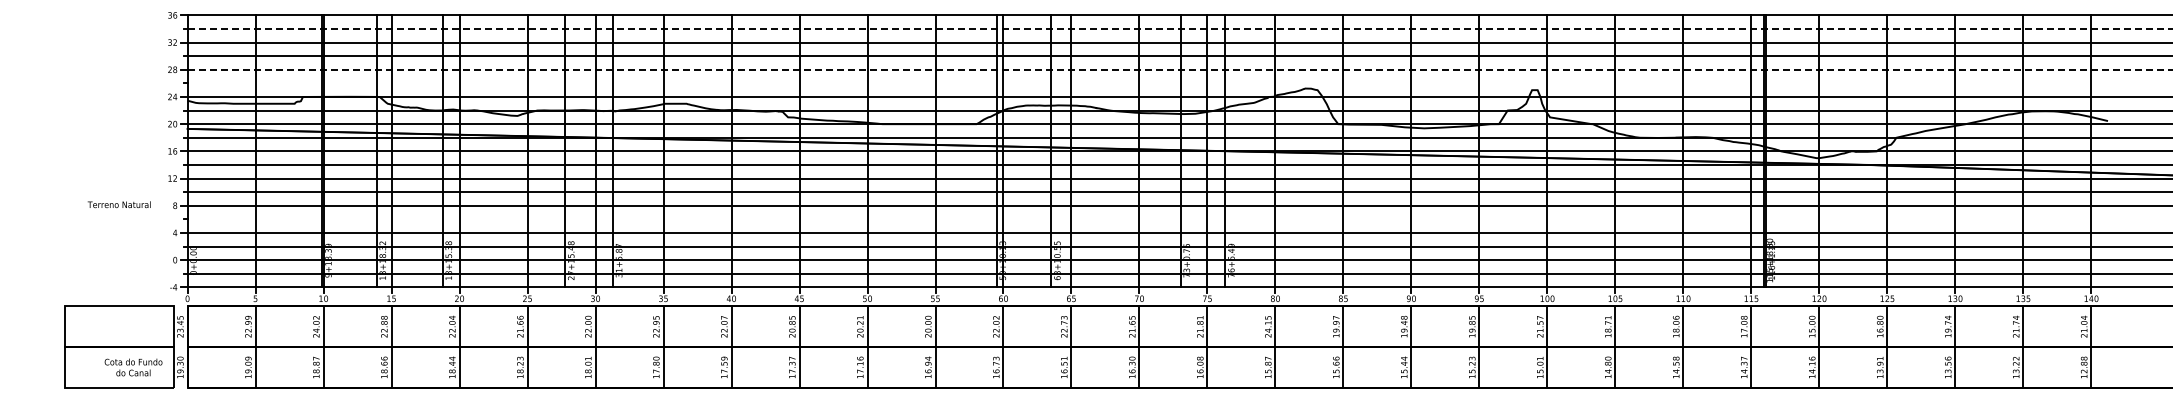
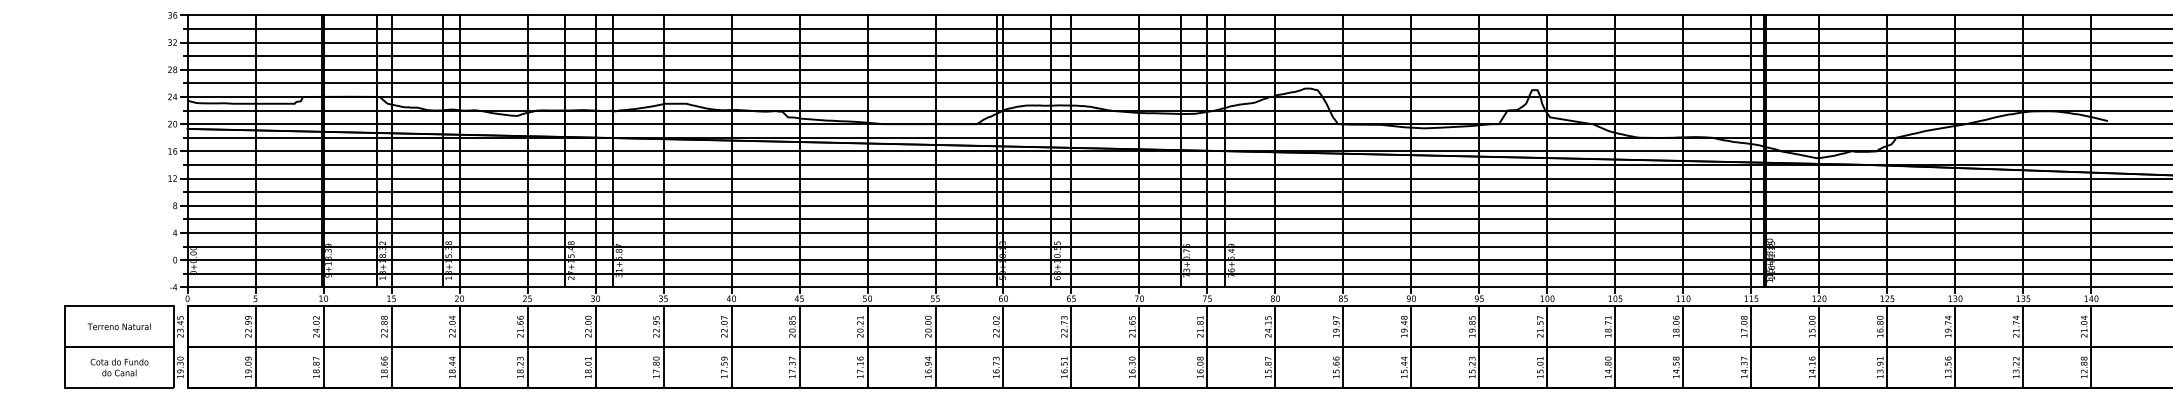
line at (1180, 28): dashed -> solid
line at (1180, 69): dashed -> solid
line at (1178, 83): none -> present
text at (118, 204) position: (118, 204) -> (118, 326)
line at (1178, 219): none -> present
text at (133, 367) position: (133, 367) -> (119, 367)
